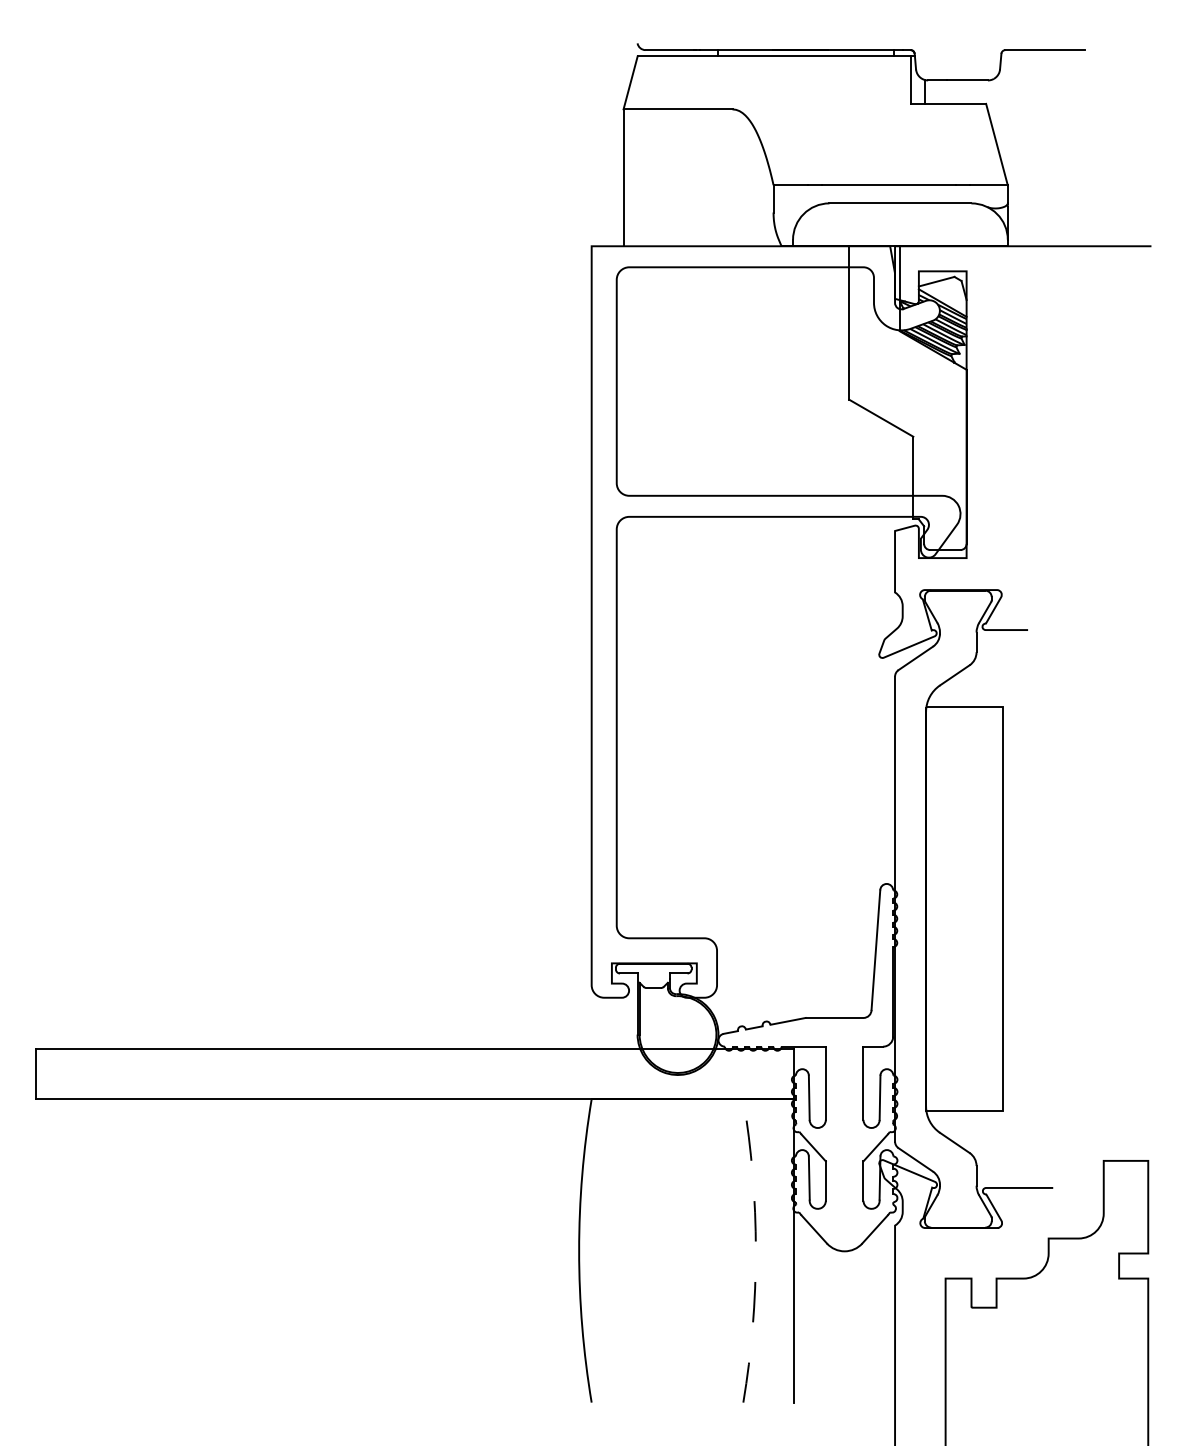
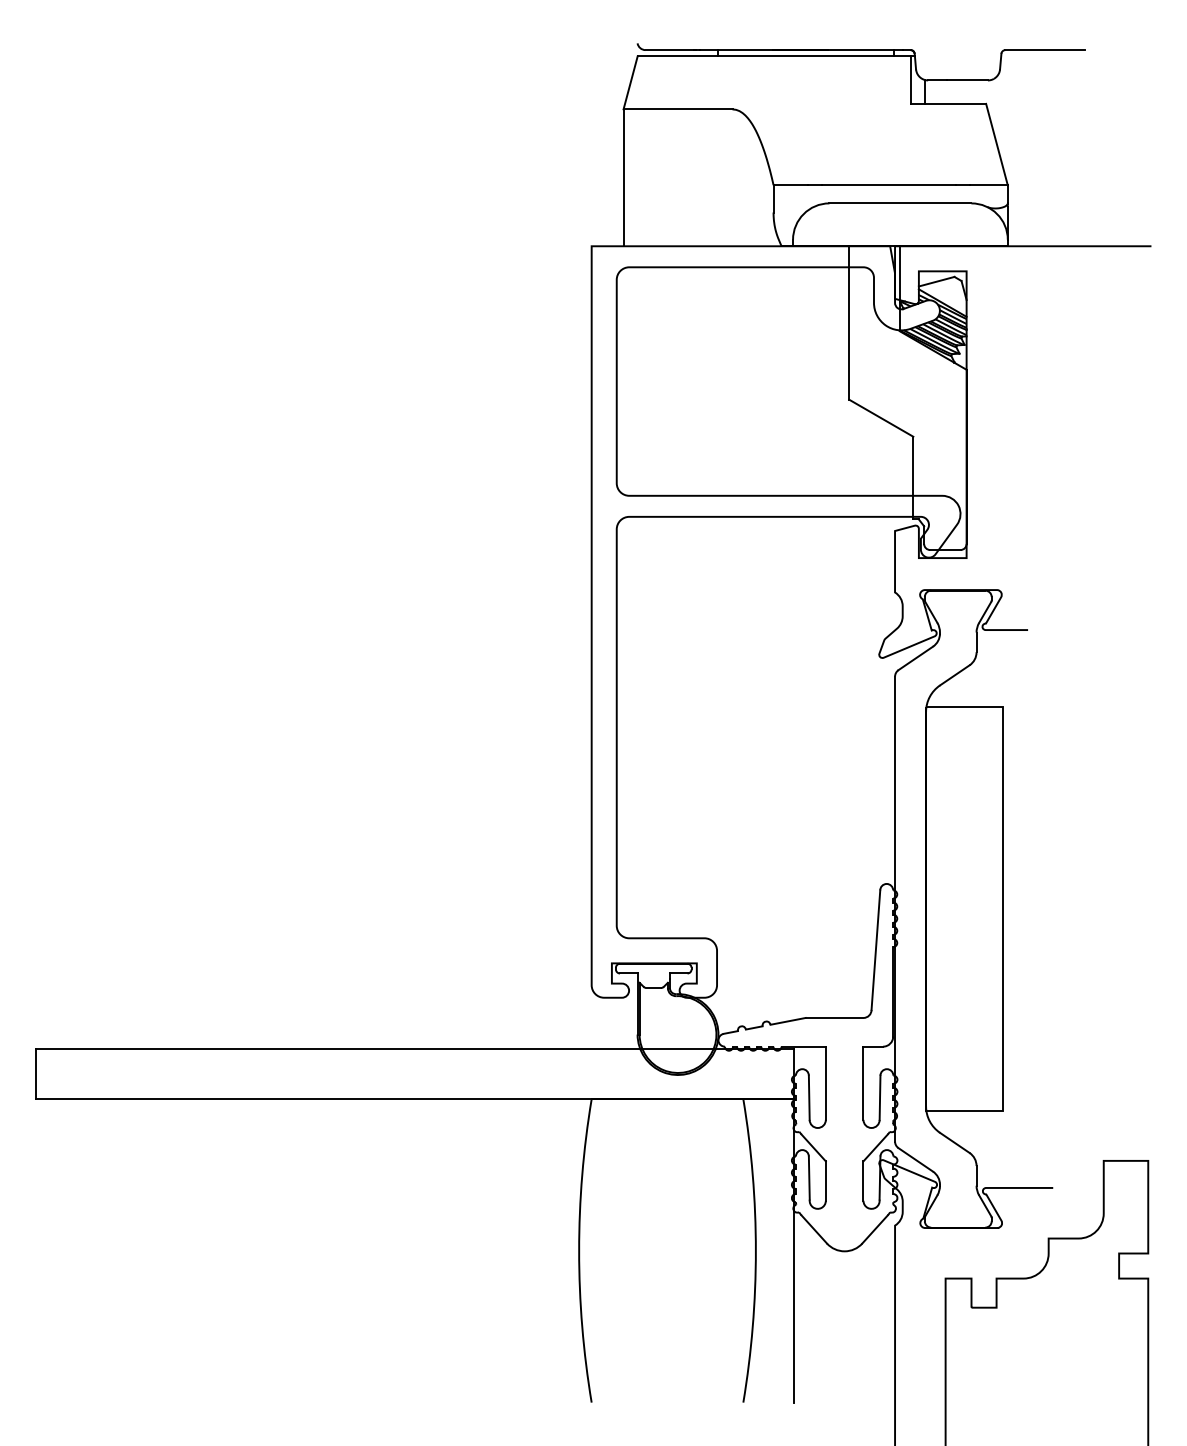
arc at (755, 1250): dashed -> solid
